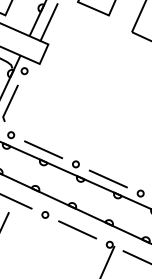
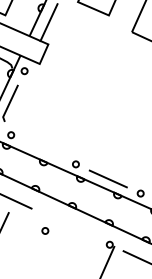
line at (43, 149): present -> none
circle at (45, 214) position: (45, 214) -> (45, 230)
line at (77, 229): present -> none
